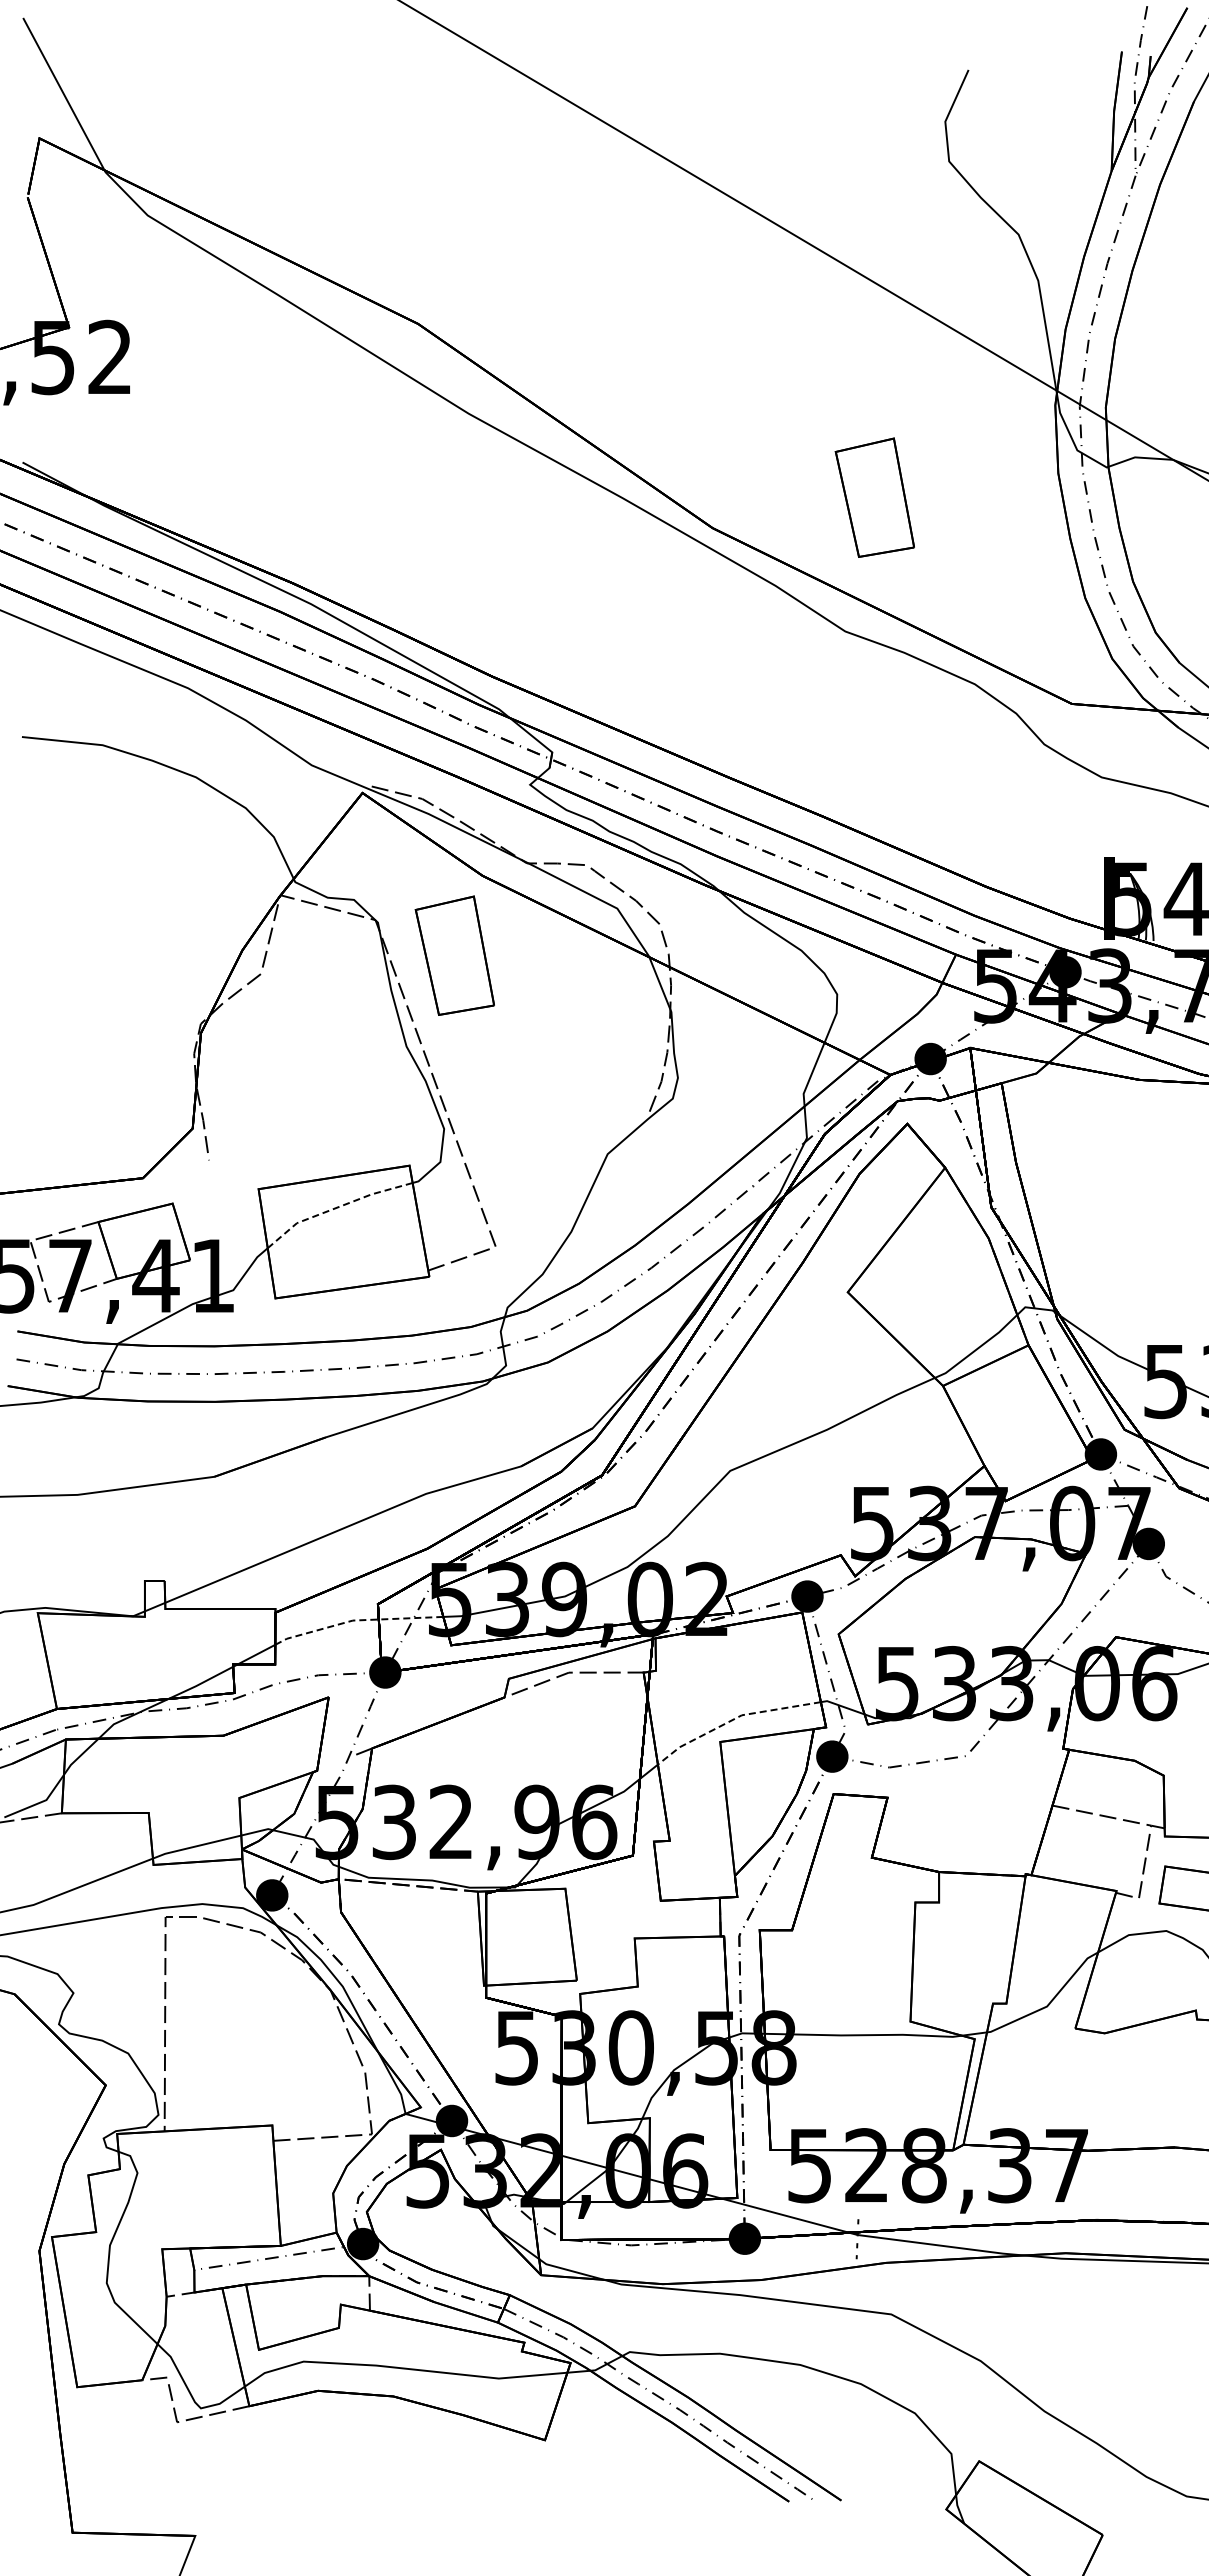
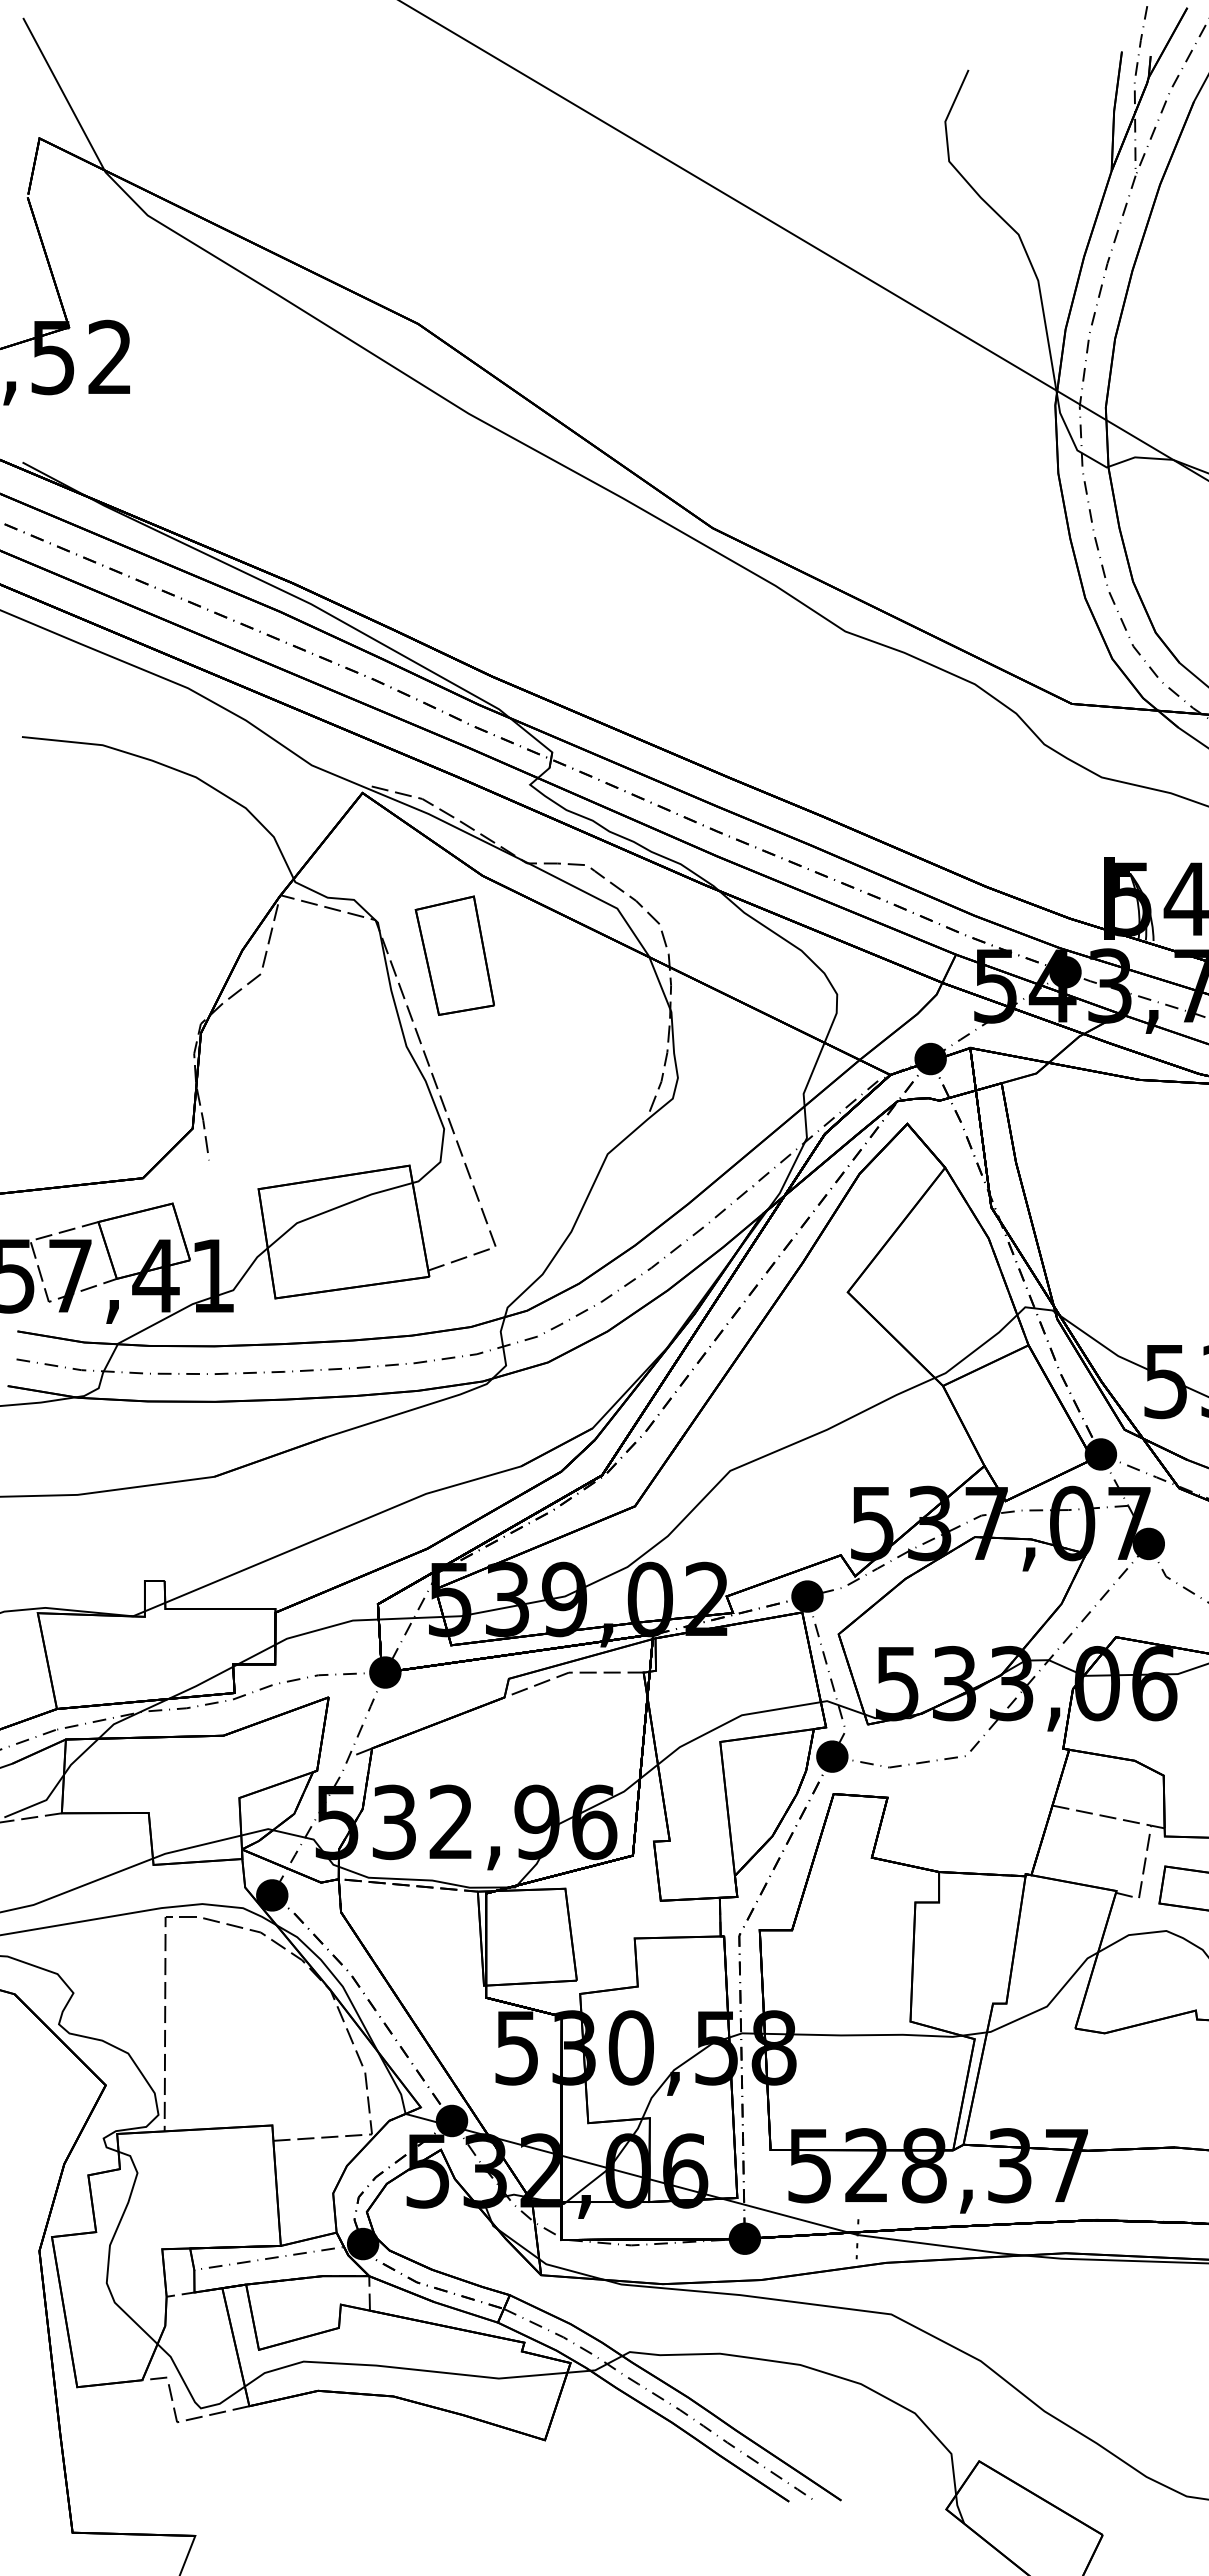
part at (874, 497): present -> none
line at (336, 1208): dashed -> solid
line at (355, 1620): dashed -> solid
line at (733, 1719): dashed -> solid
